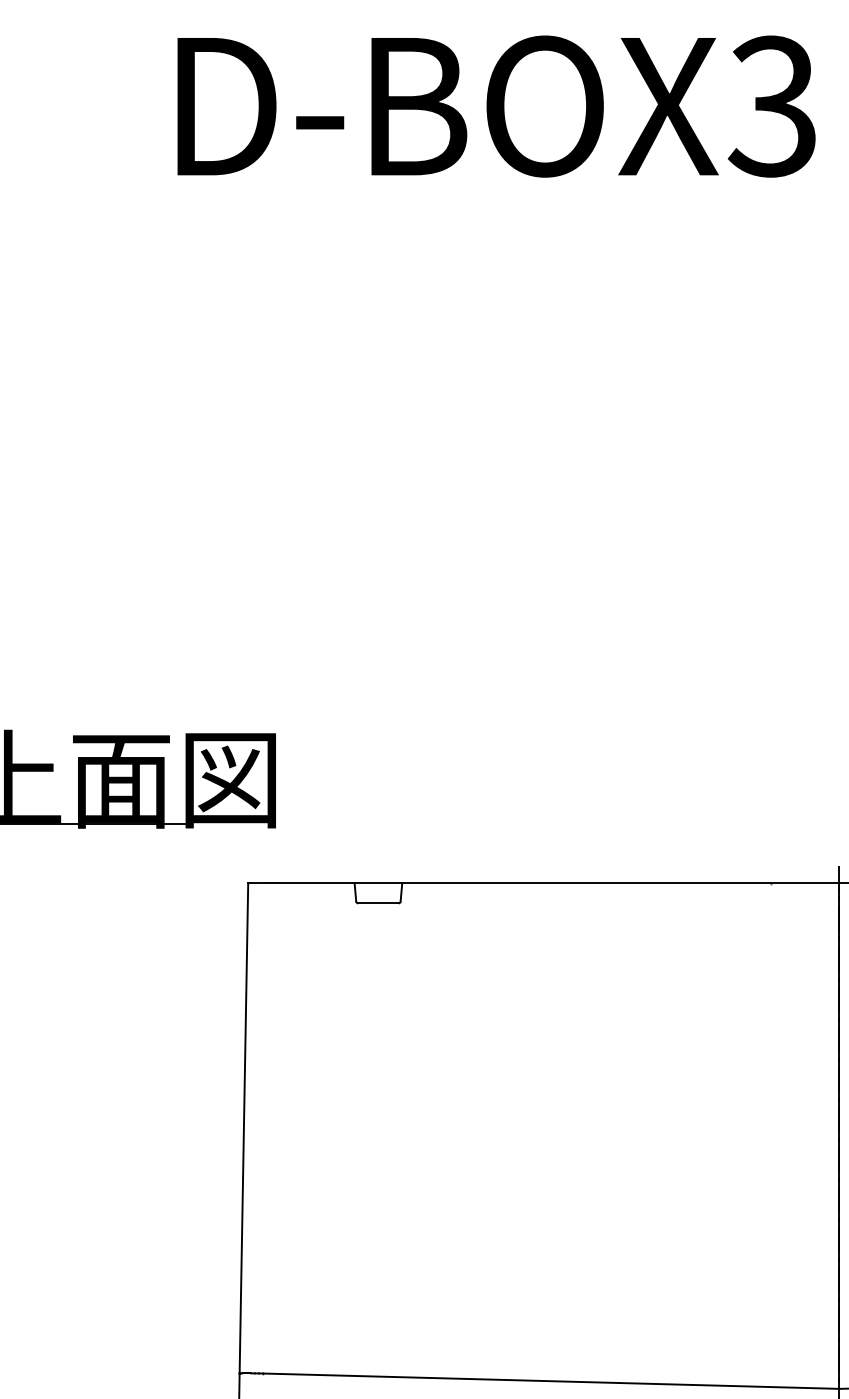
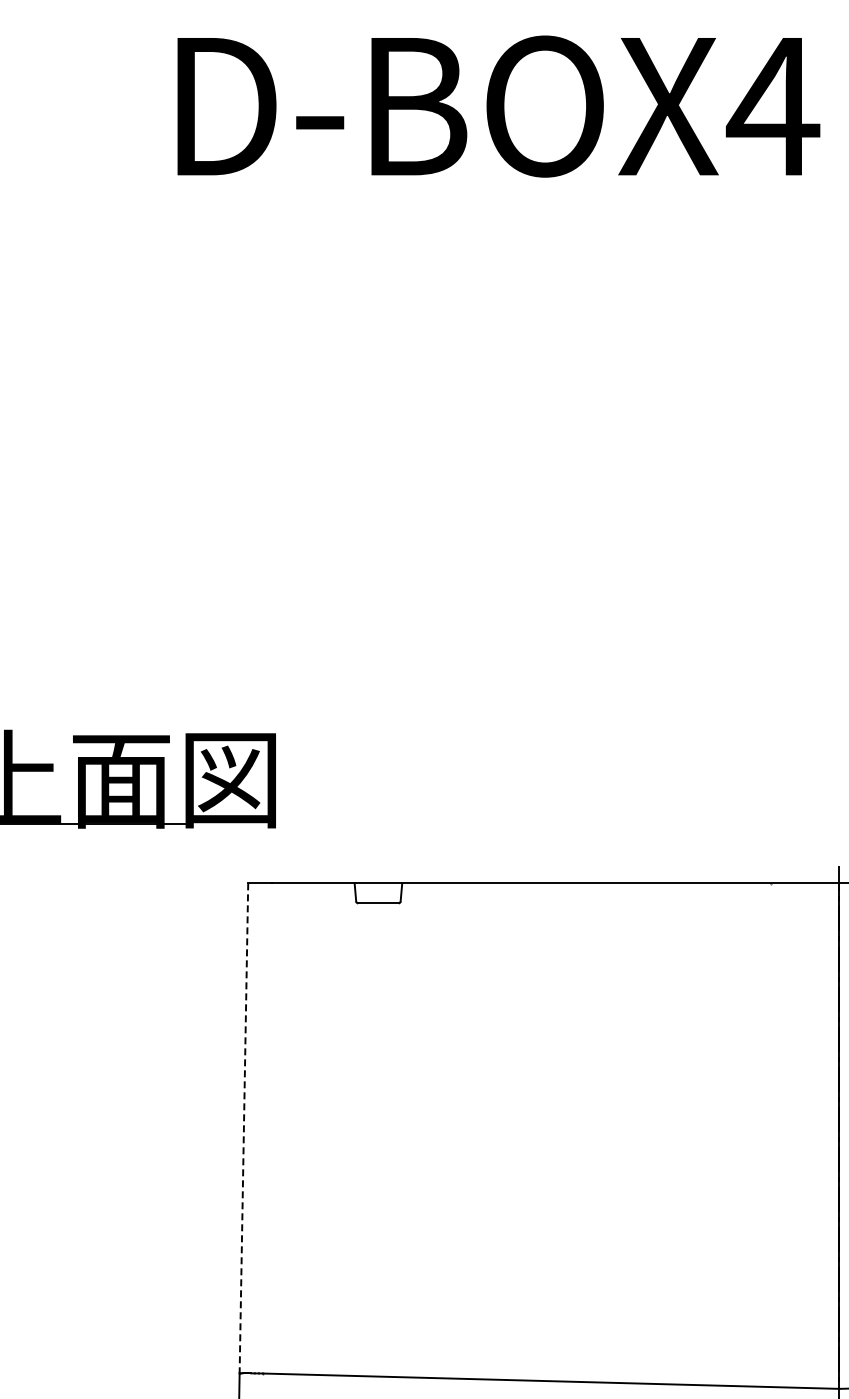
text at (772, 106): D-BOX3 -> D-BOX4
line at (243, 1128): solid -> dashed
